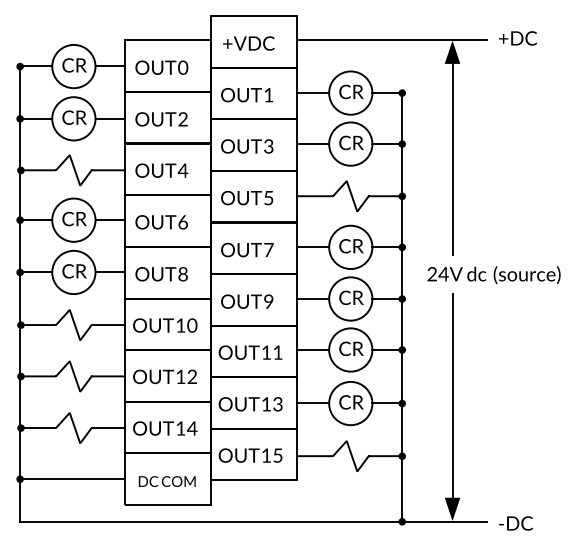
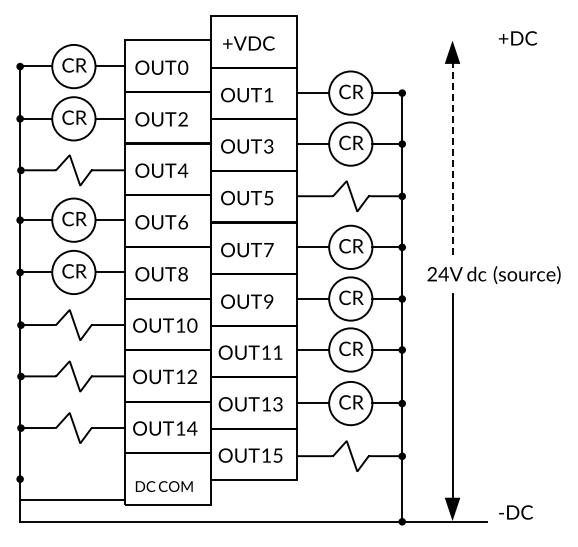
line at (391, 39): present -> none
line at (452, 157): solid -> dashed
line at (72, 479) position: (72, 479) -> (72, 500)
text at (166, 481) position: (166, 481) -> (163, 486)
text at (515, 523) position: (515, 523) -> (515, 512)
